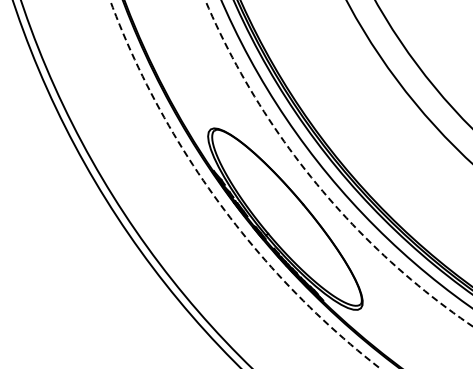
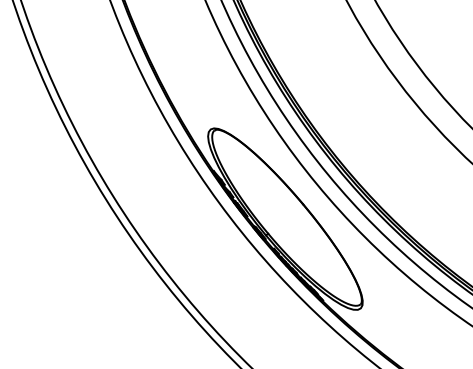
circle at (338, 163): dashed -> solid
arc at (219, 203): dashed -> solid
